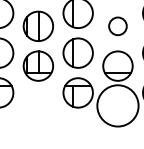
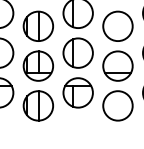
circle at (117, 26) diameter: 18 px -> 29 px
part at (37, 105): none -> present
circle at (117, 105) diameter: 41 px -> 29 px
